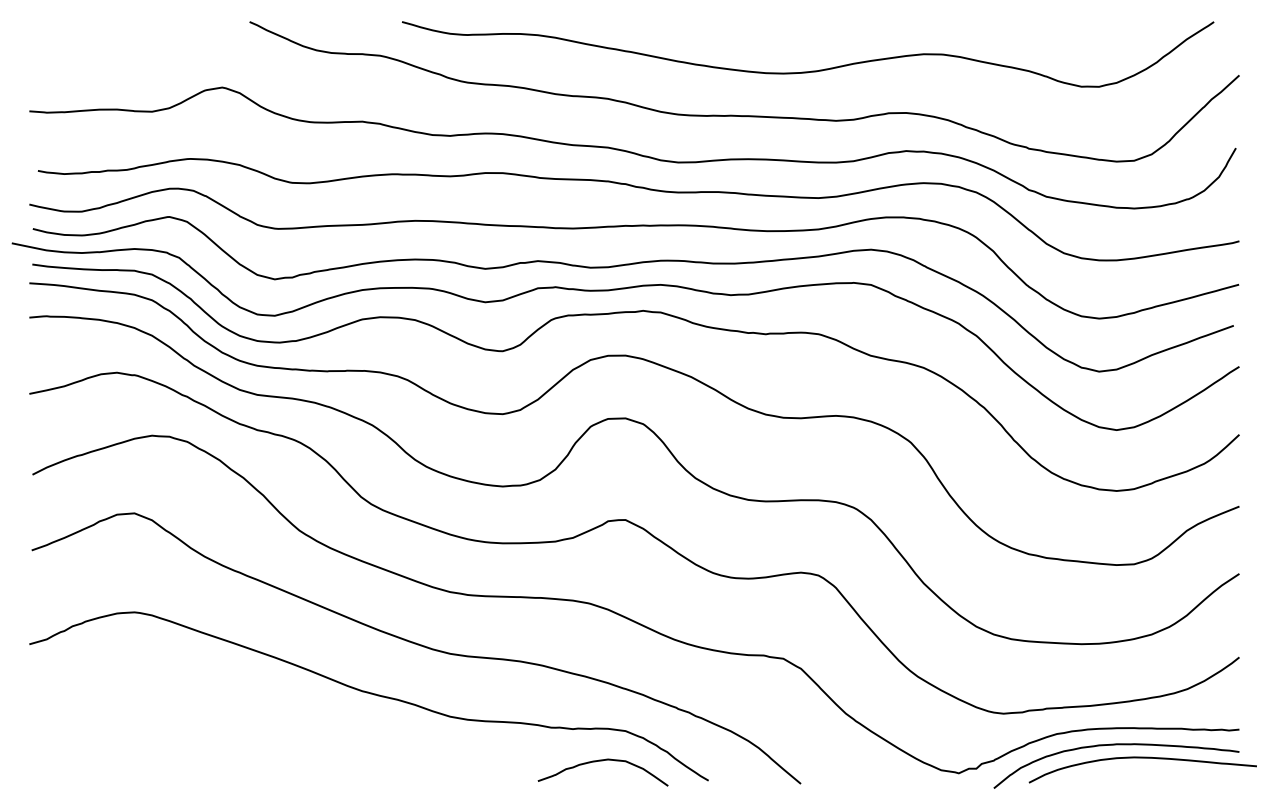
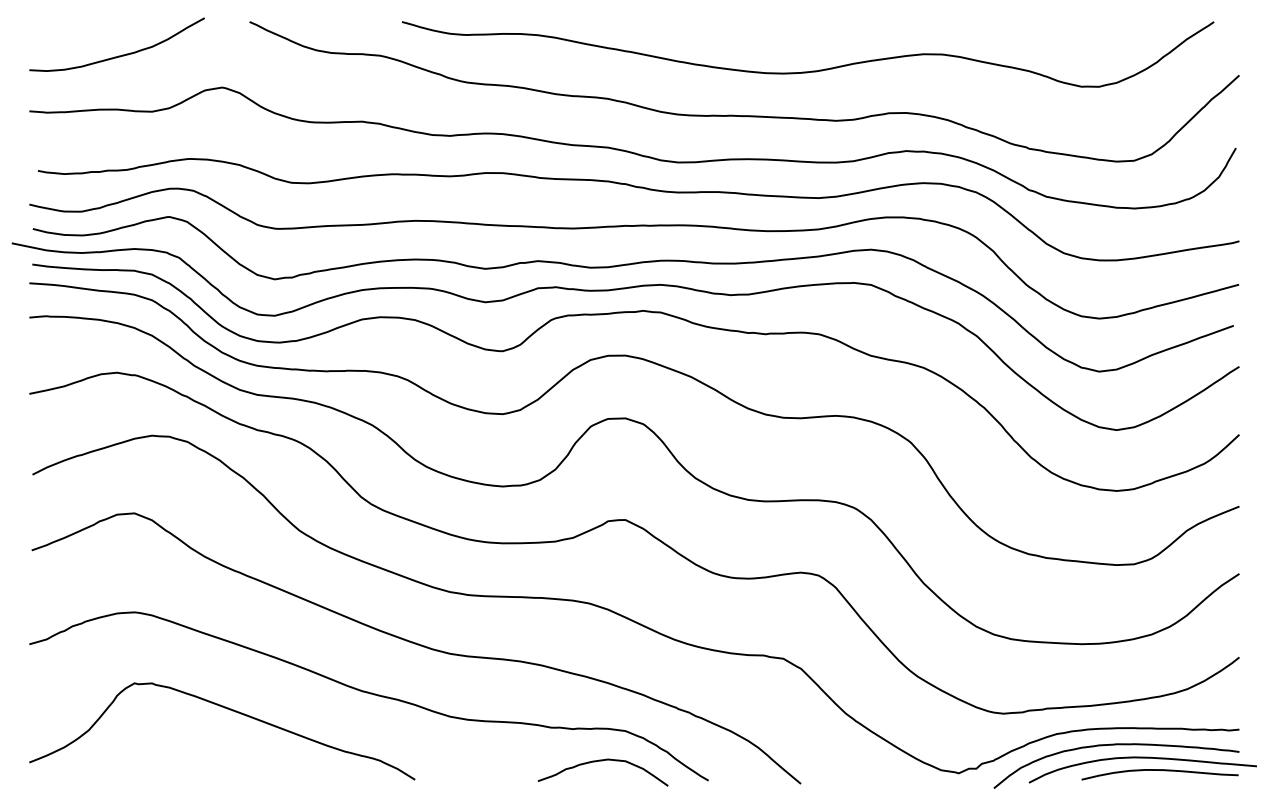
curve at (118, 55): none -> present
curve at (232, 711): none -> present
curve at (1159, 770): none -> present
